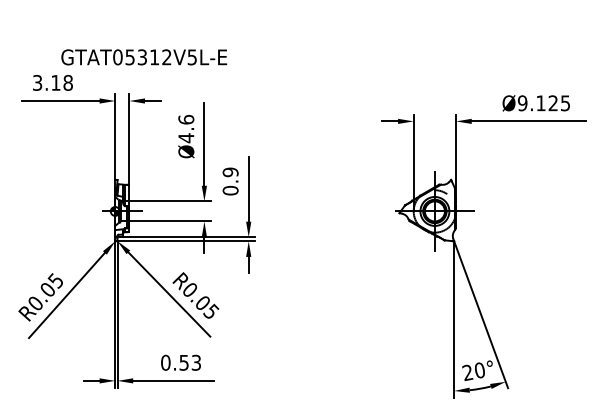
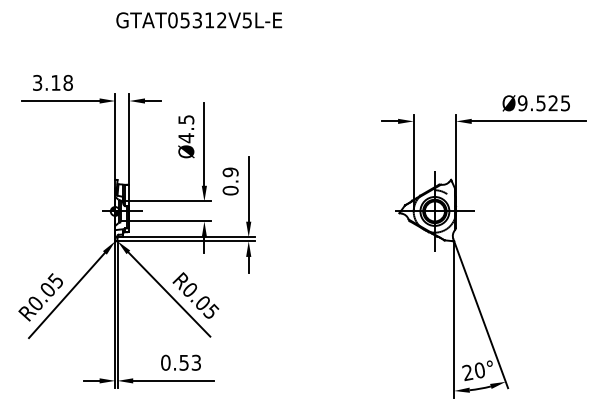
text at (144, 57) position: (144, 57) -> (199, 20)
text at (540, 103): Ø9.125 -> Ø9.525
text at (186, 119): Ø4.6 -> Ø4.5
